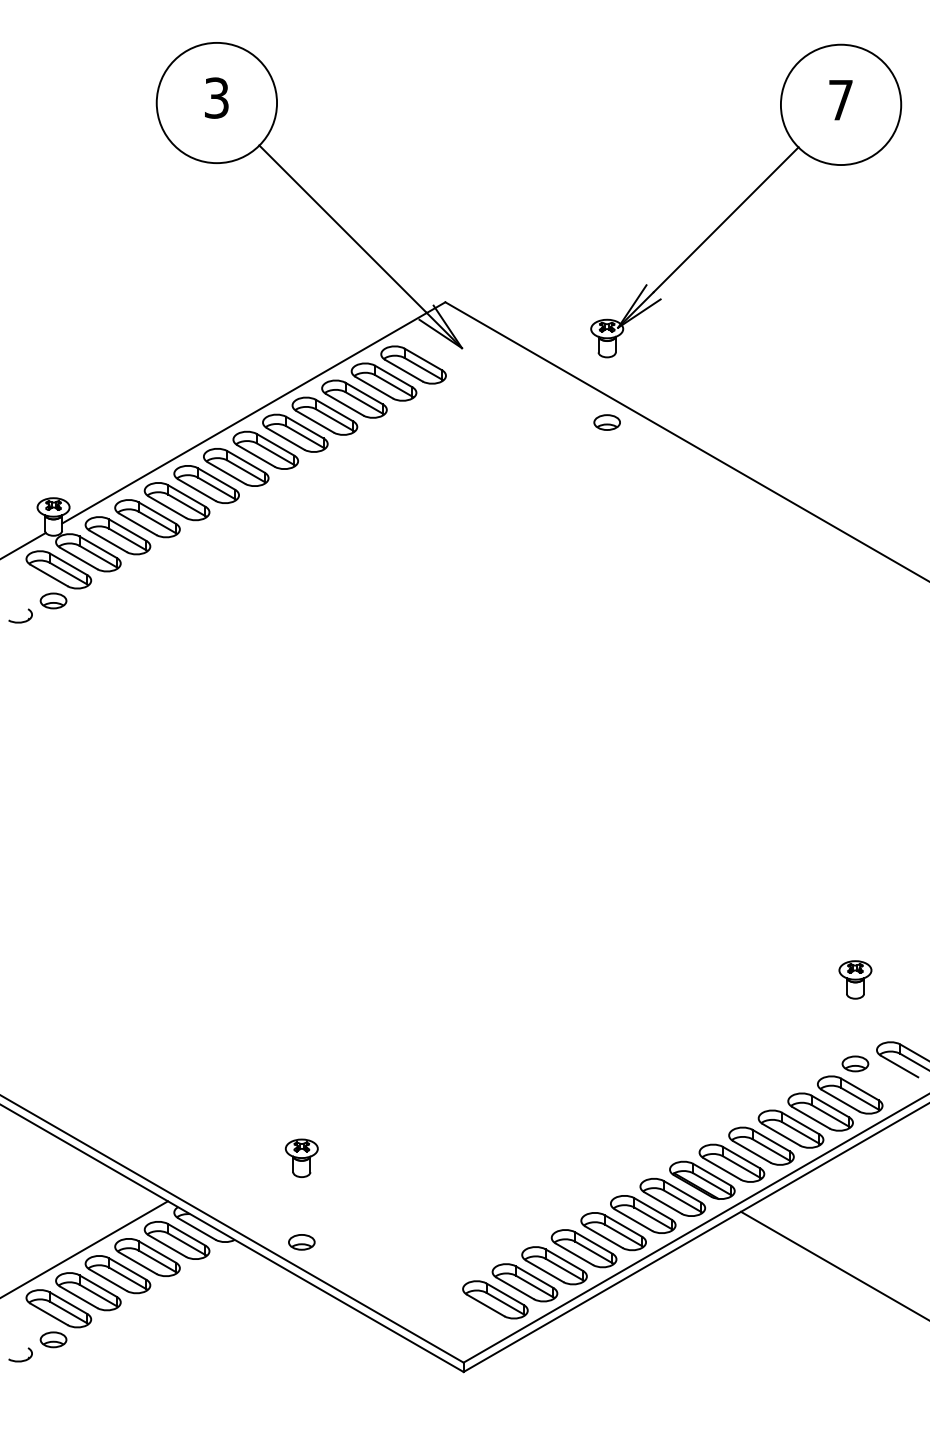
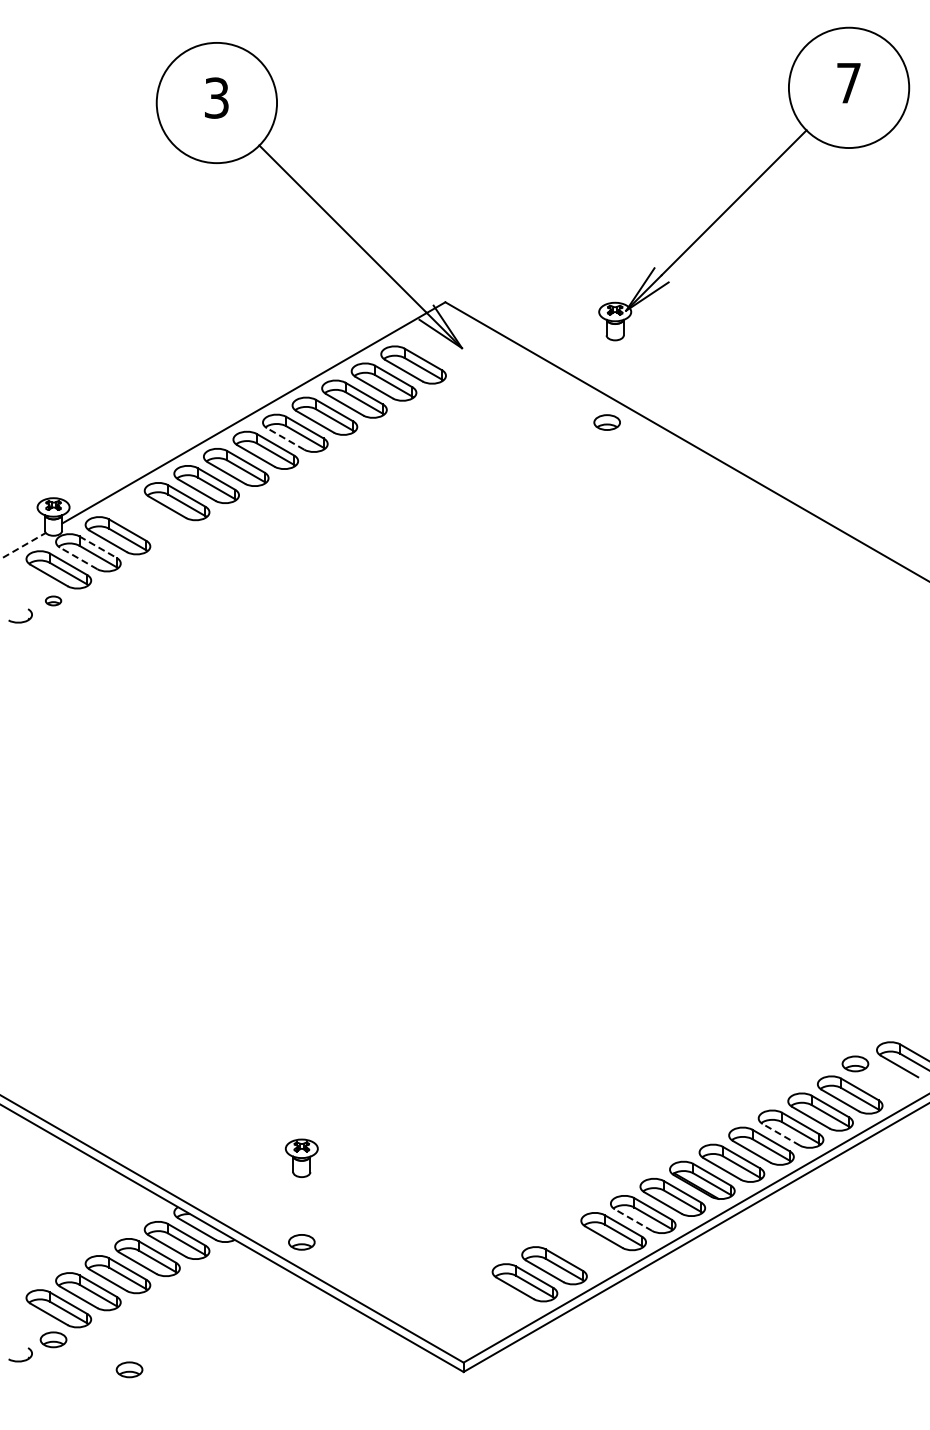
part at (746, 200) position: (746, 200) -> (754, 183)
line at (285, 438): solid -> dashed
part at (147, 518): present -> none
line at (23, 545): solid -> dashed
line at (98, 547): solid -> dashed
line at (78, 558): solid -> dashed
part at (53, 600) size: 29x18 px -> 18x12 px
part at (855, 979): present -> none
line at (781, 1134): solid -> dashed
line at (633, 1220): solid -> dashed
line at (84, 1248): present -> none
part at (583, 1248): present -> none
line at (833, 1264): present -> none
part at (495, 1299): present -> none
part at (129, 1369): none -> present
